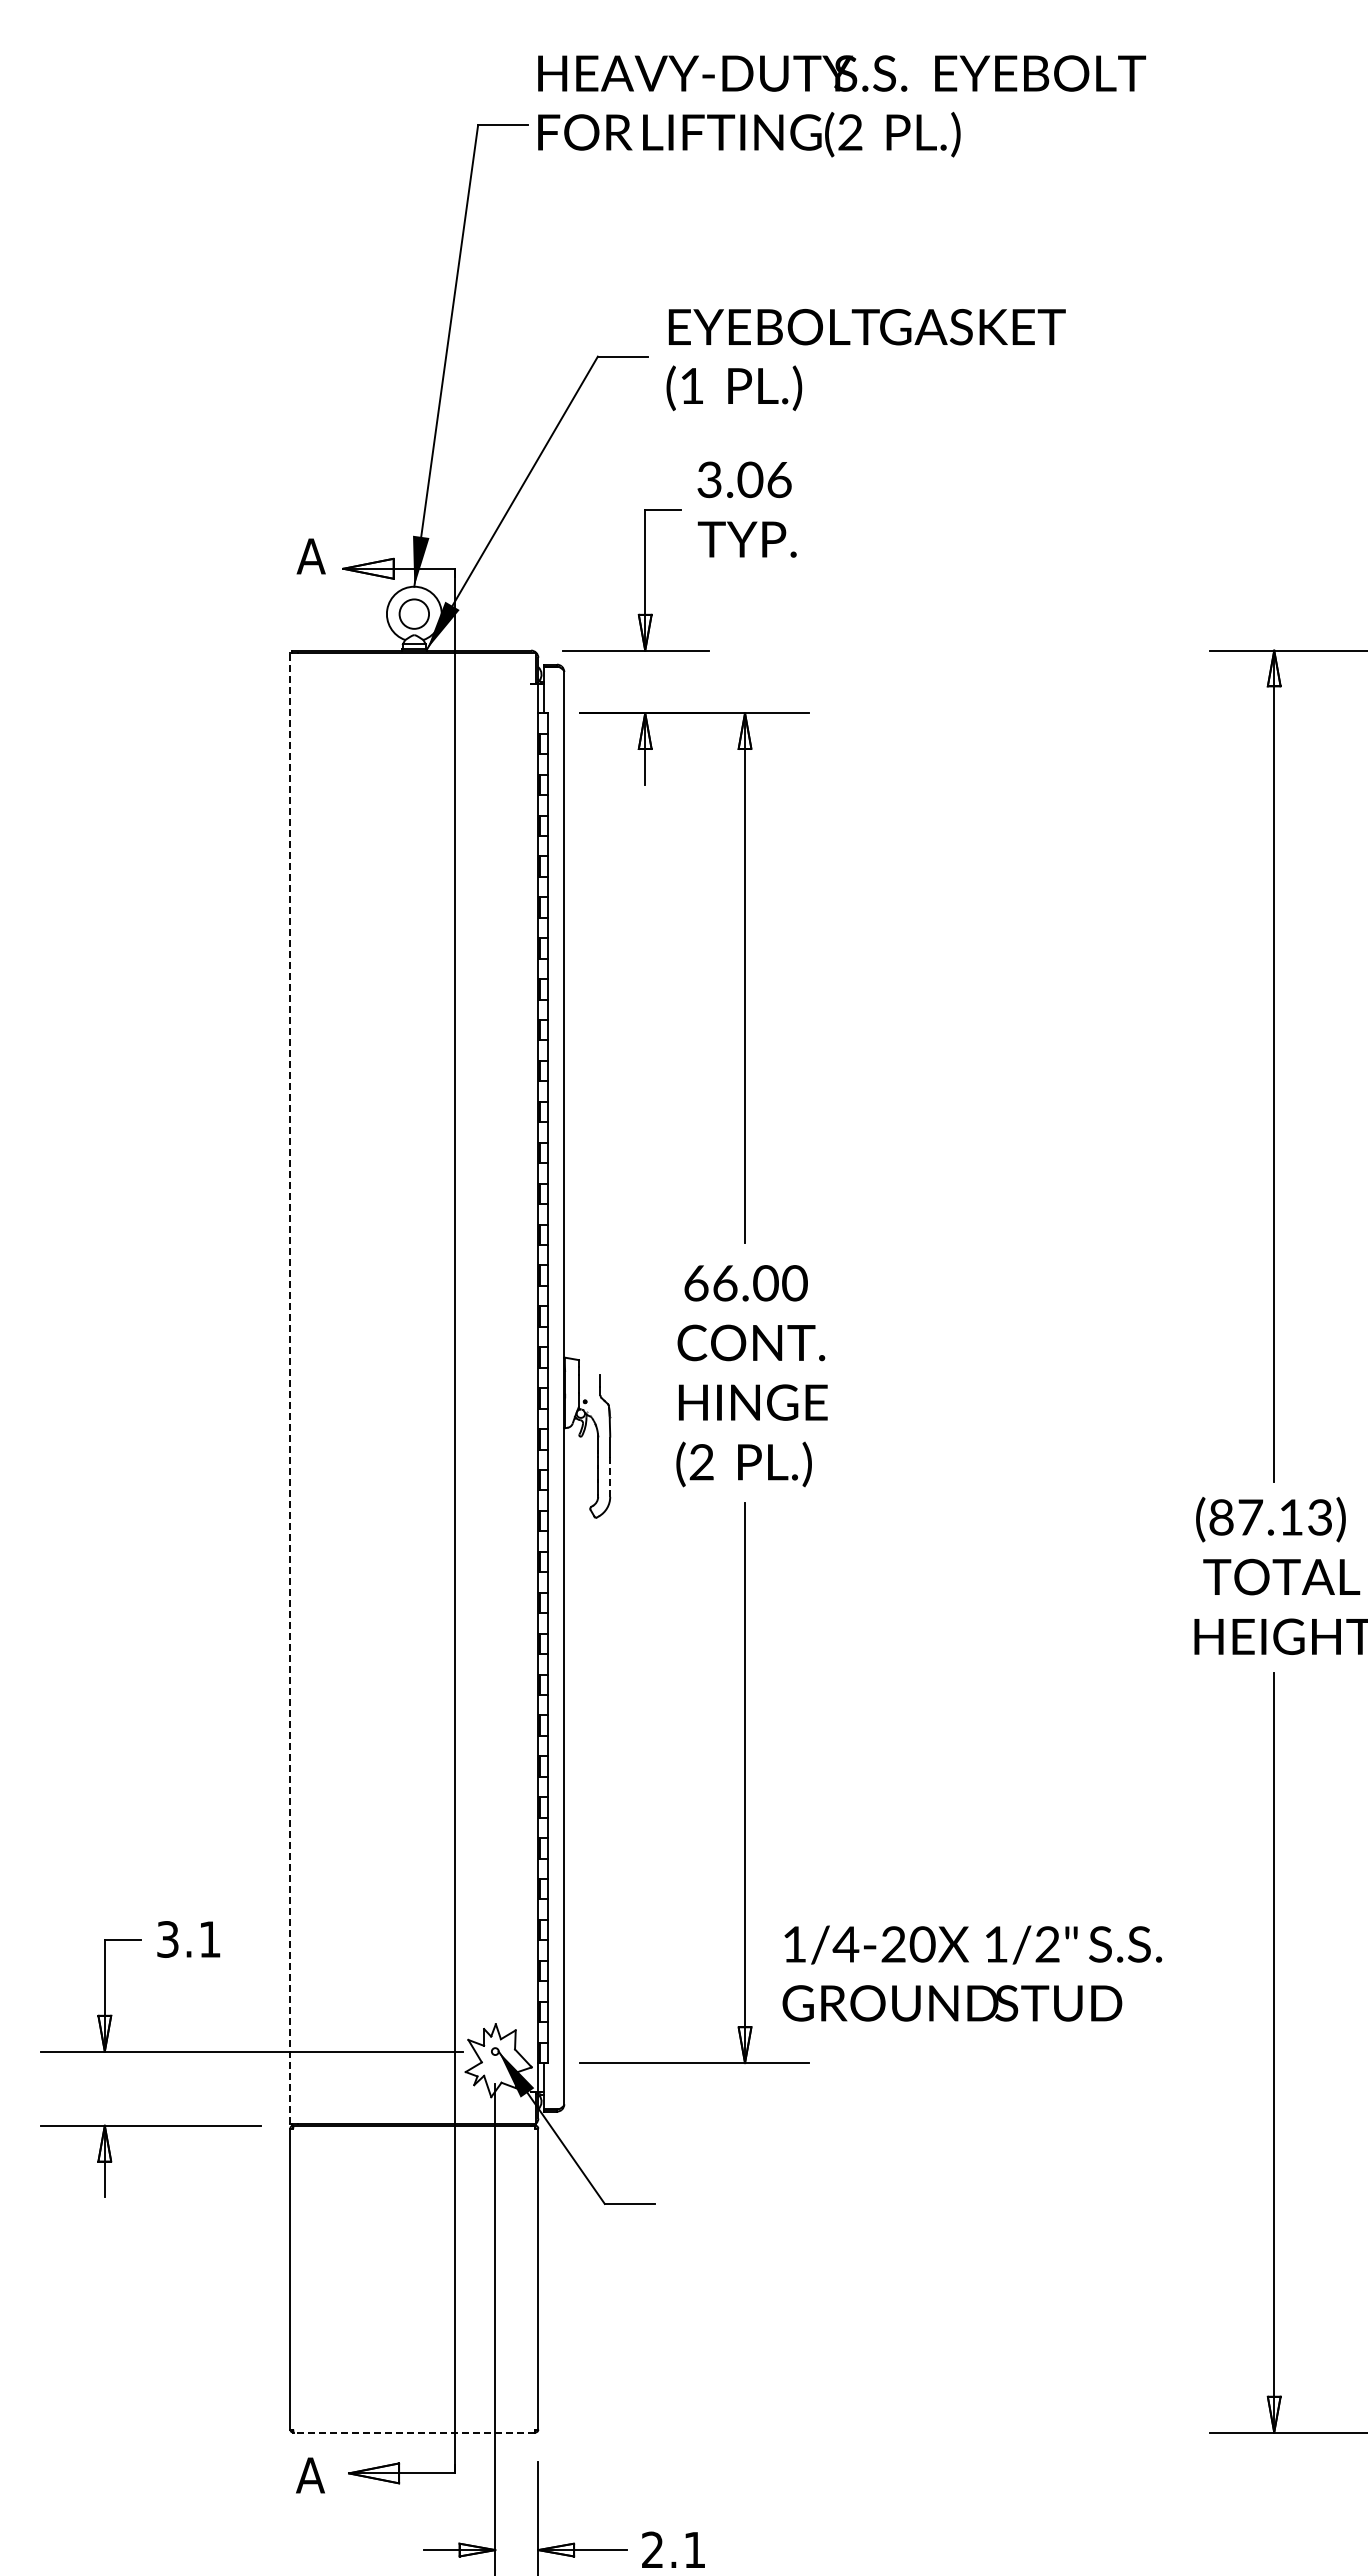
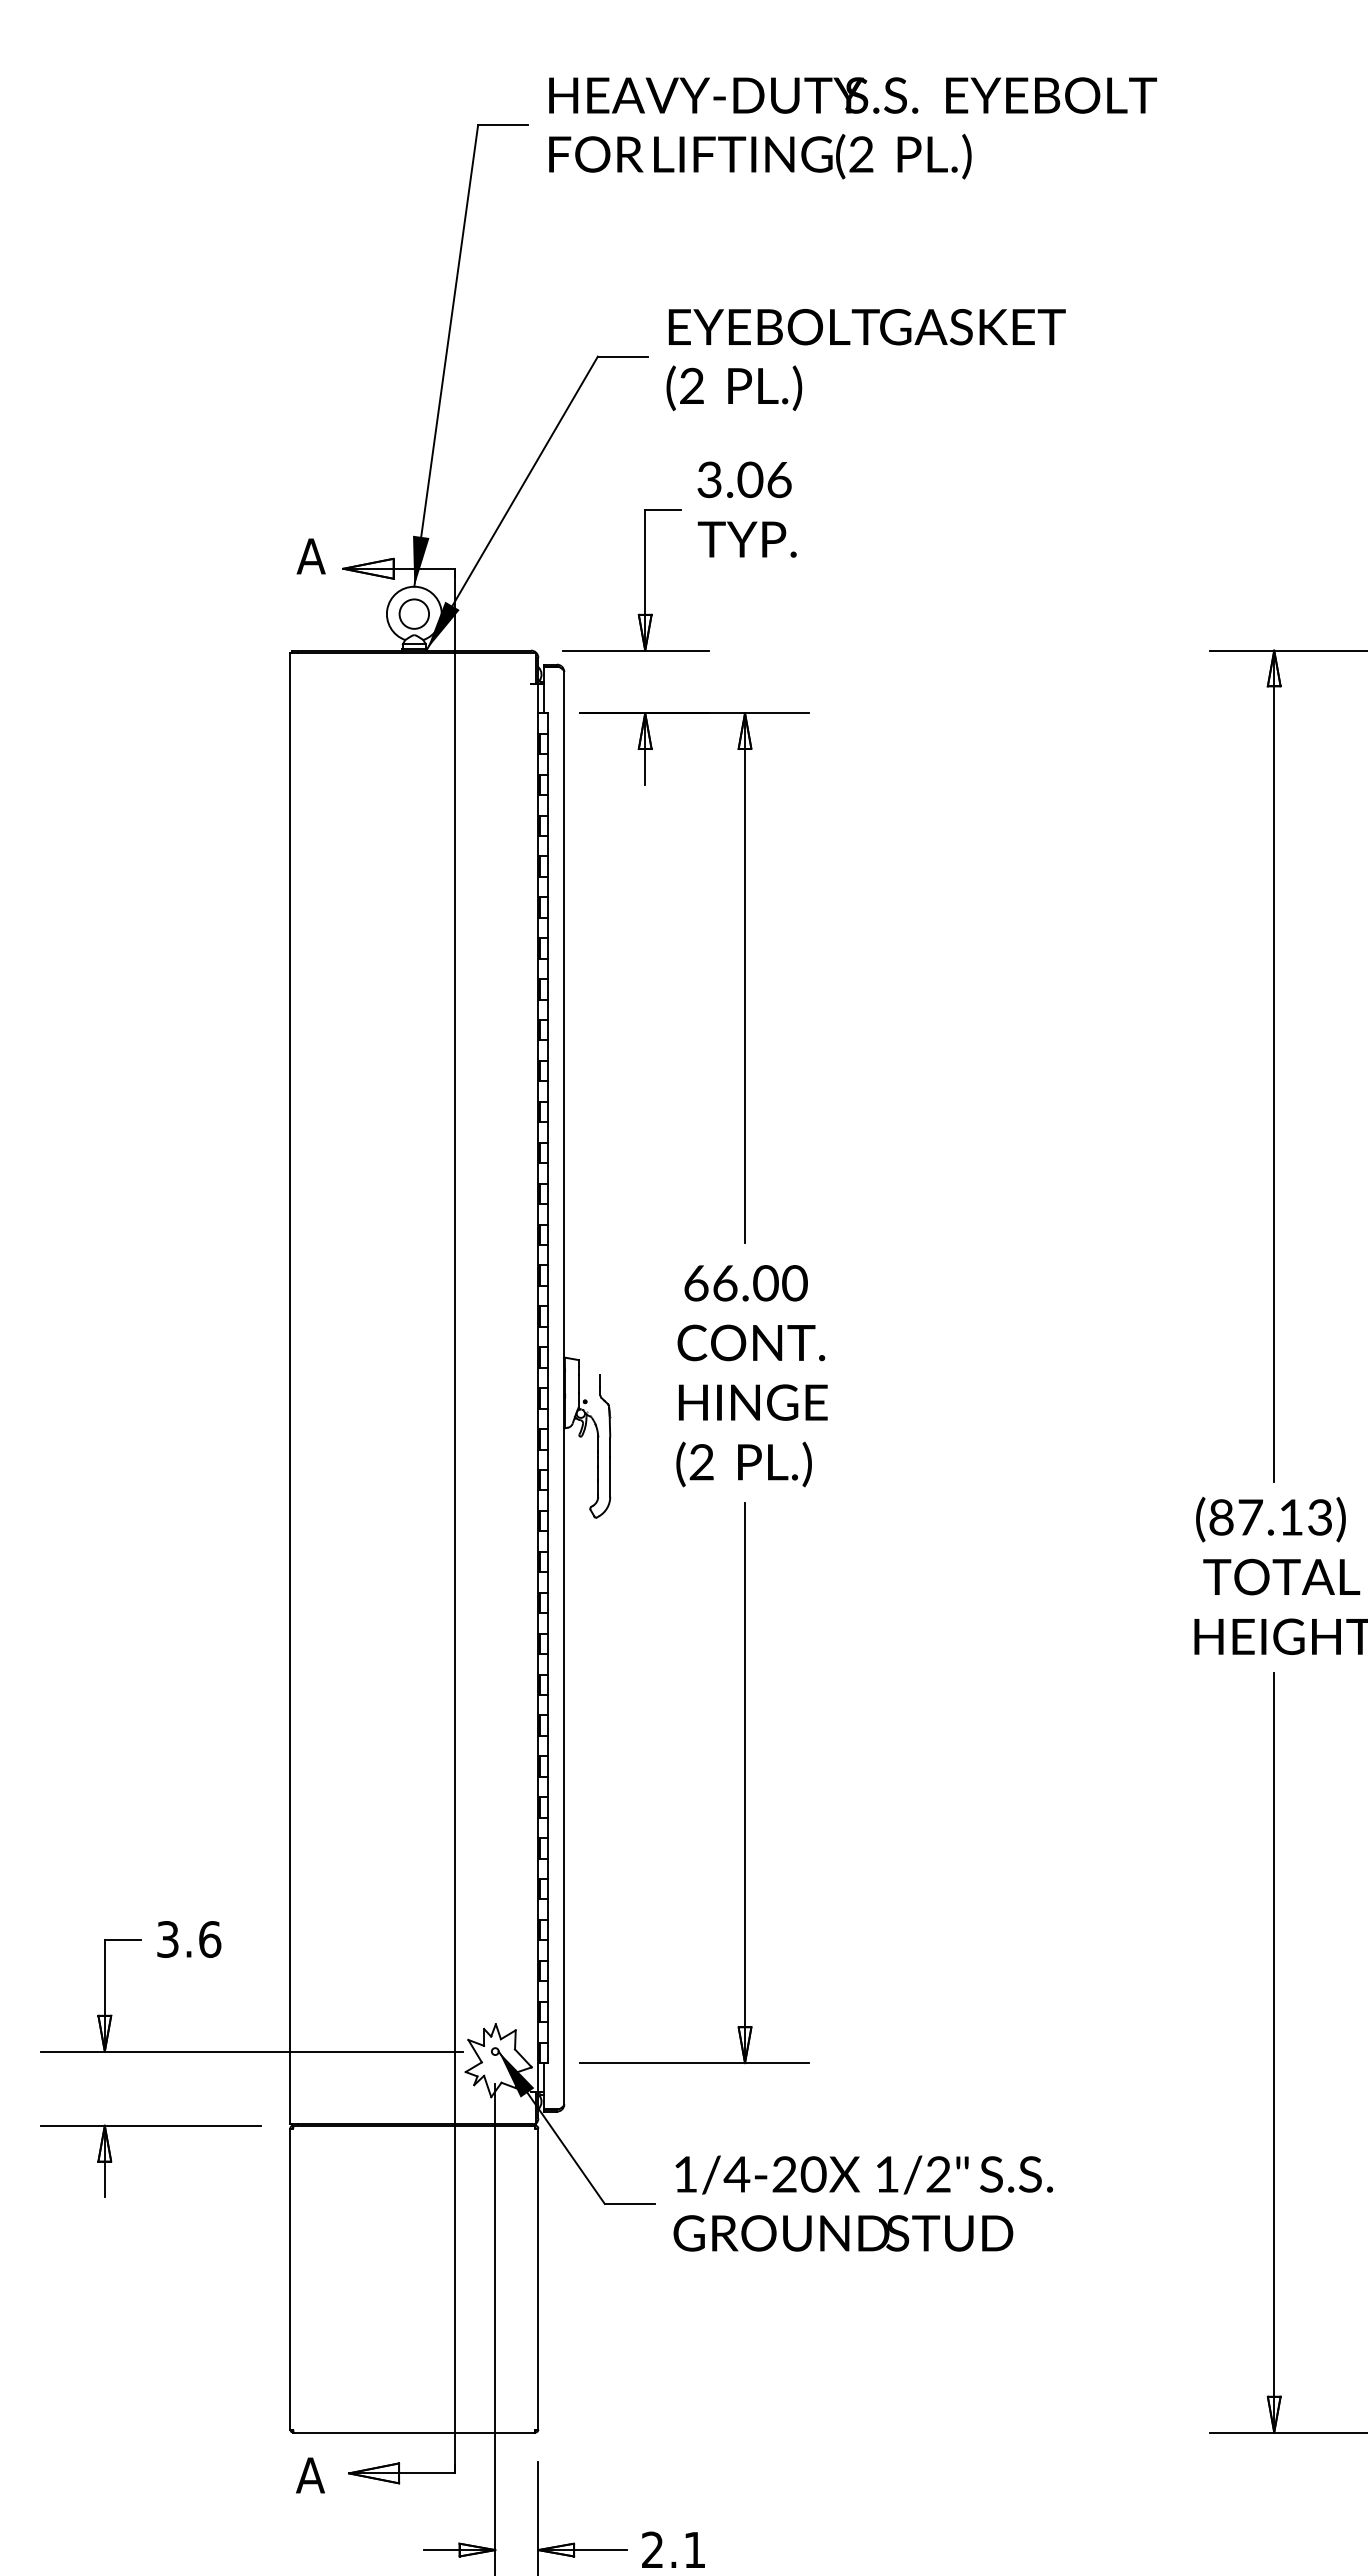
text at (841, 106) position: (841, 106) -> (852, 128)
text at (691, 385): (1 -> (2
line at (290, 1387): dashed -> solid
line at (610, 1477): dashed -> solid
text at (210, 1939): 3.1 -> 3.6
text at (972, 1973) position: (972, 1973) -> (863, 2203)
line at (414, 2432): dashed -> solid
